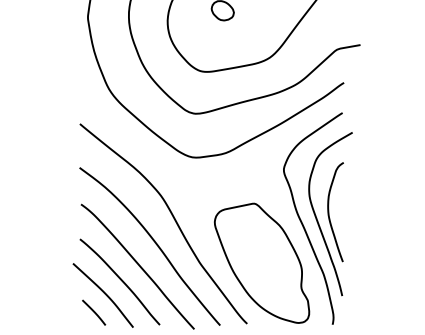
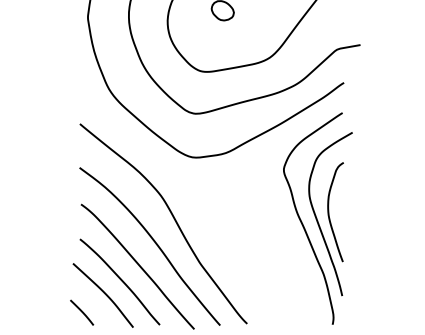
part at (262, 262): present -> none
line at (94, 312) position: (94, 312) -> (82, 312)
